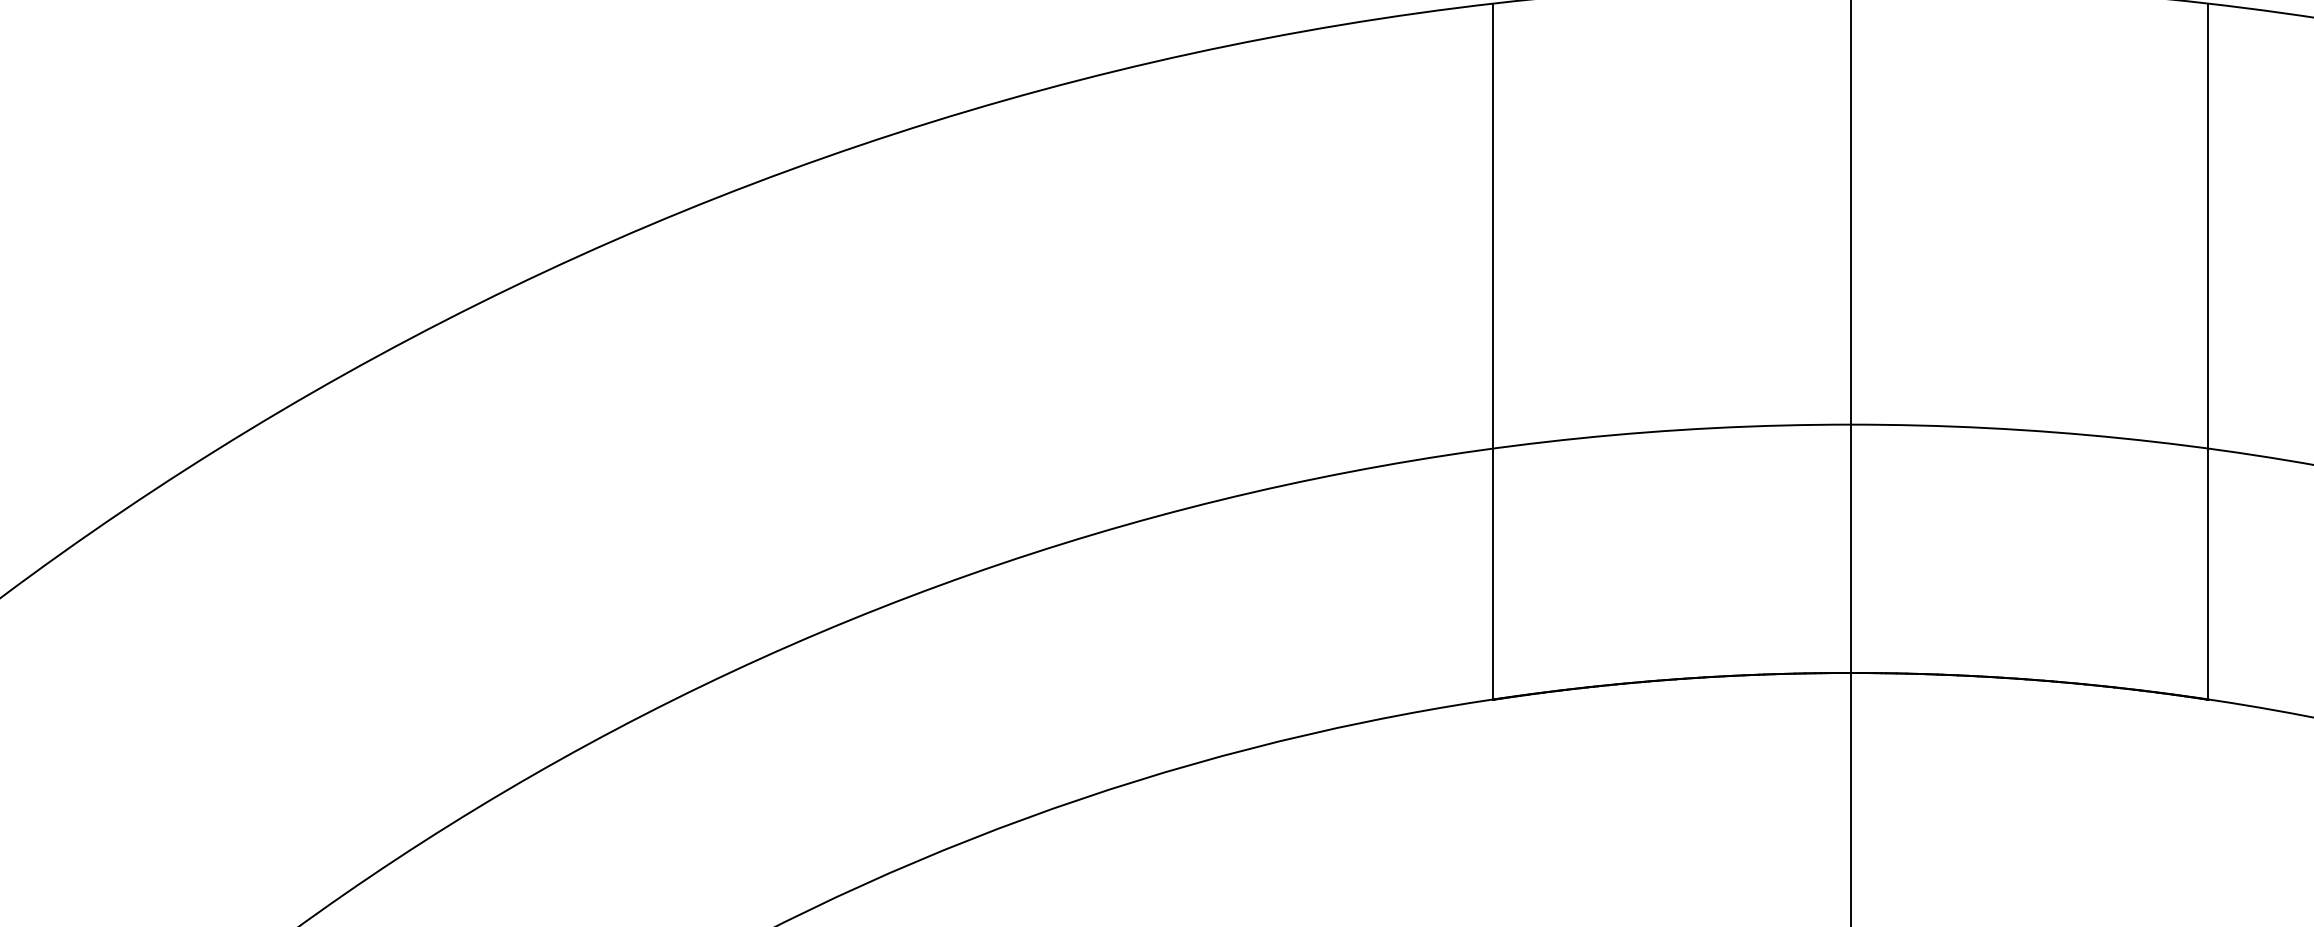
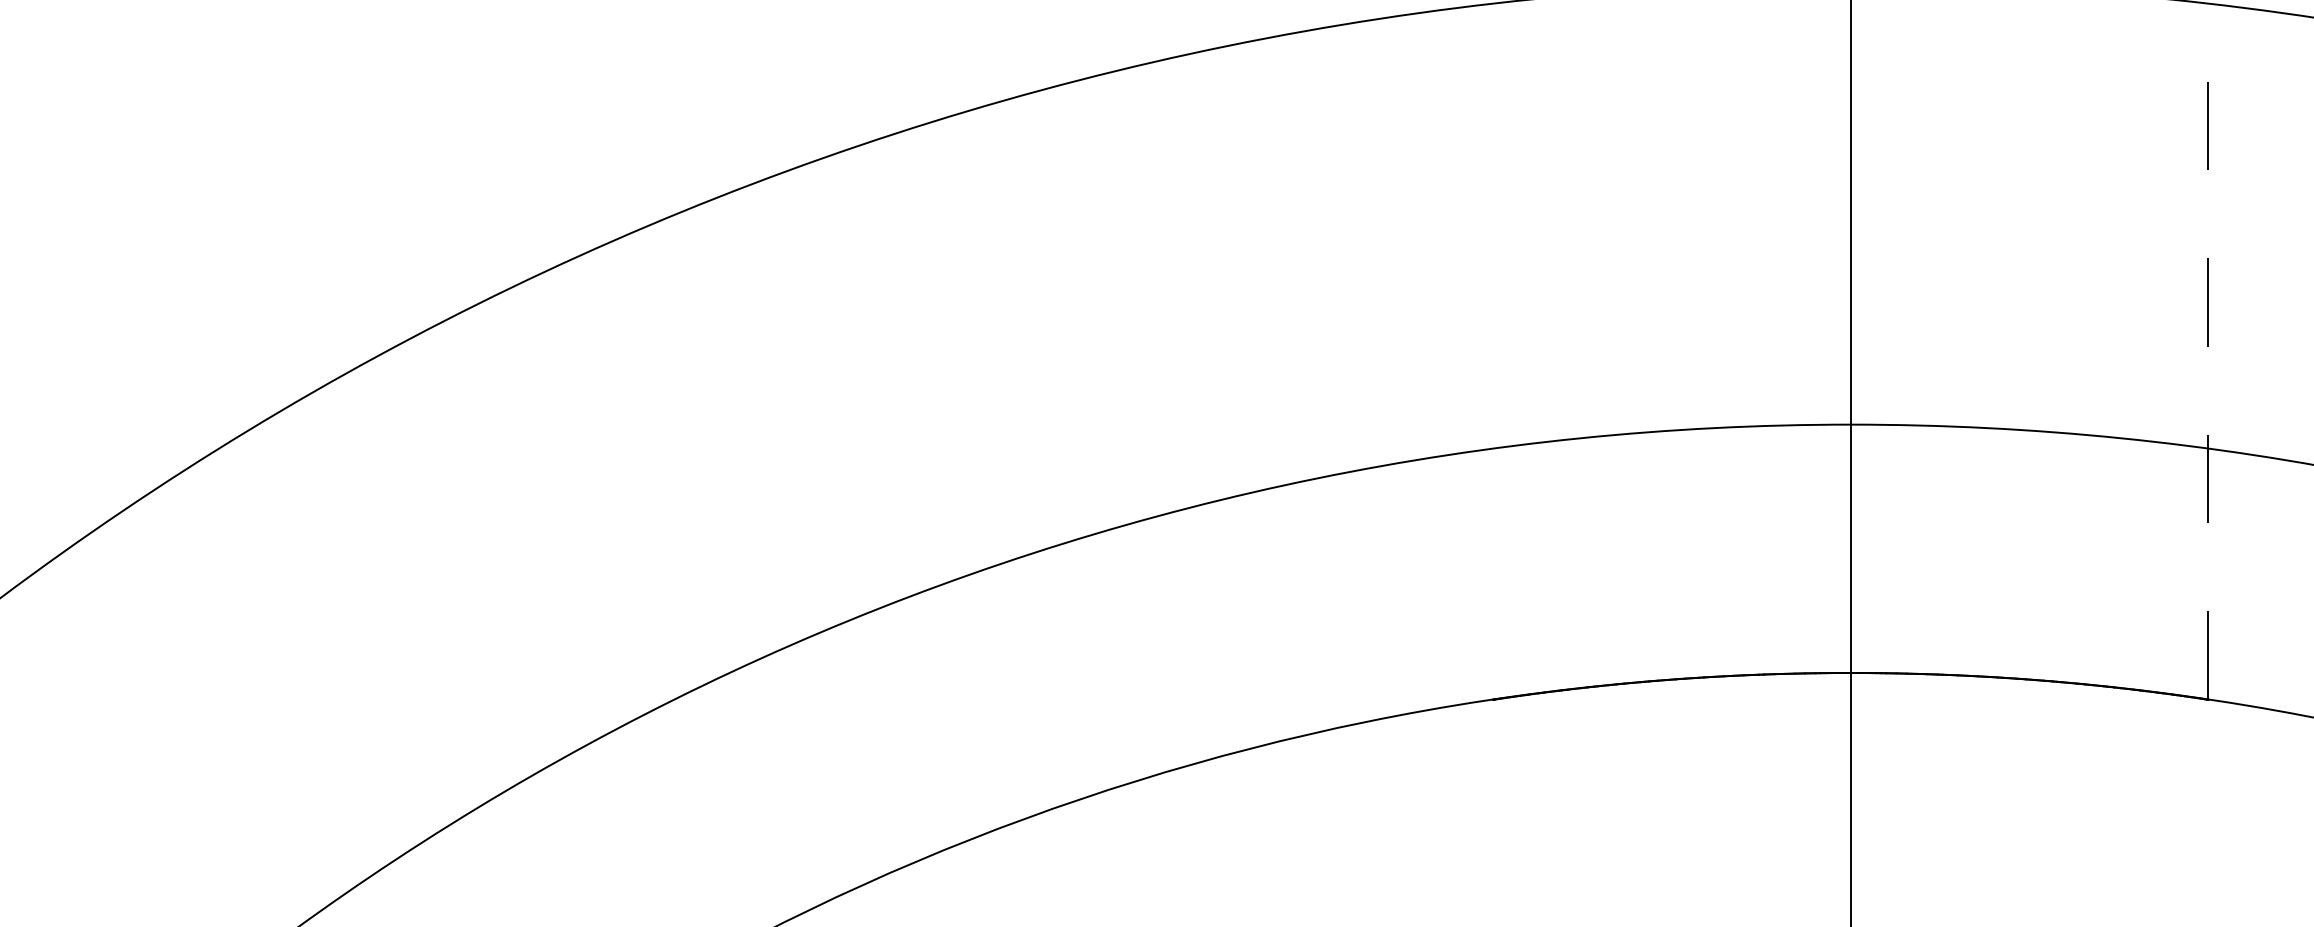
line at (1493, 351): present -> none
line at (2208, 351): solid -> dashed
